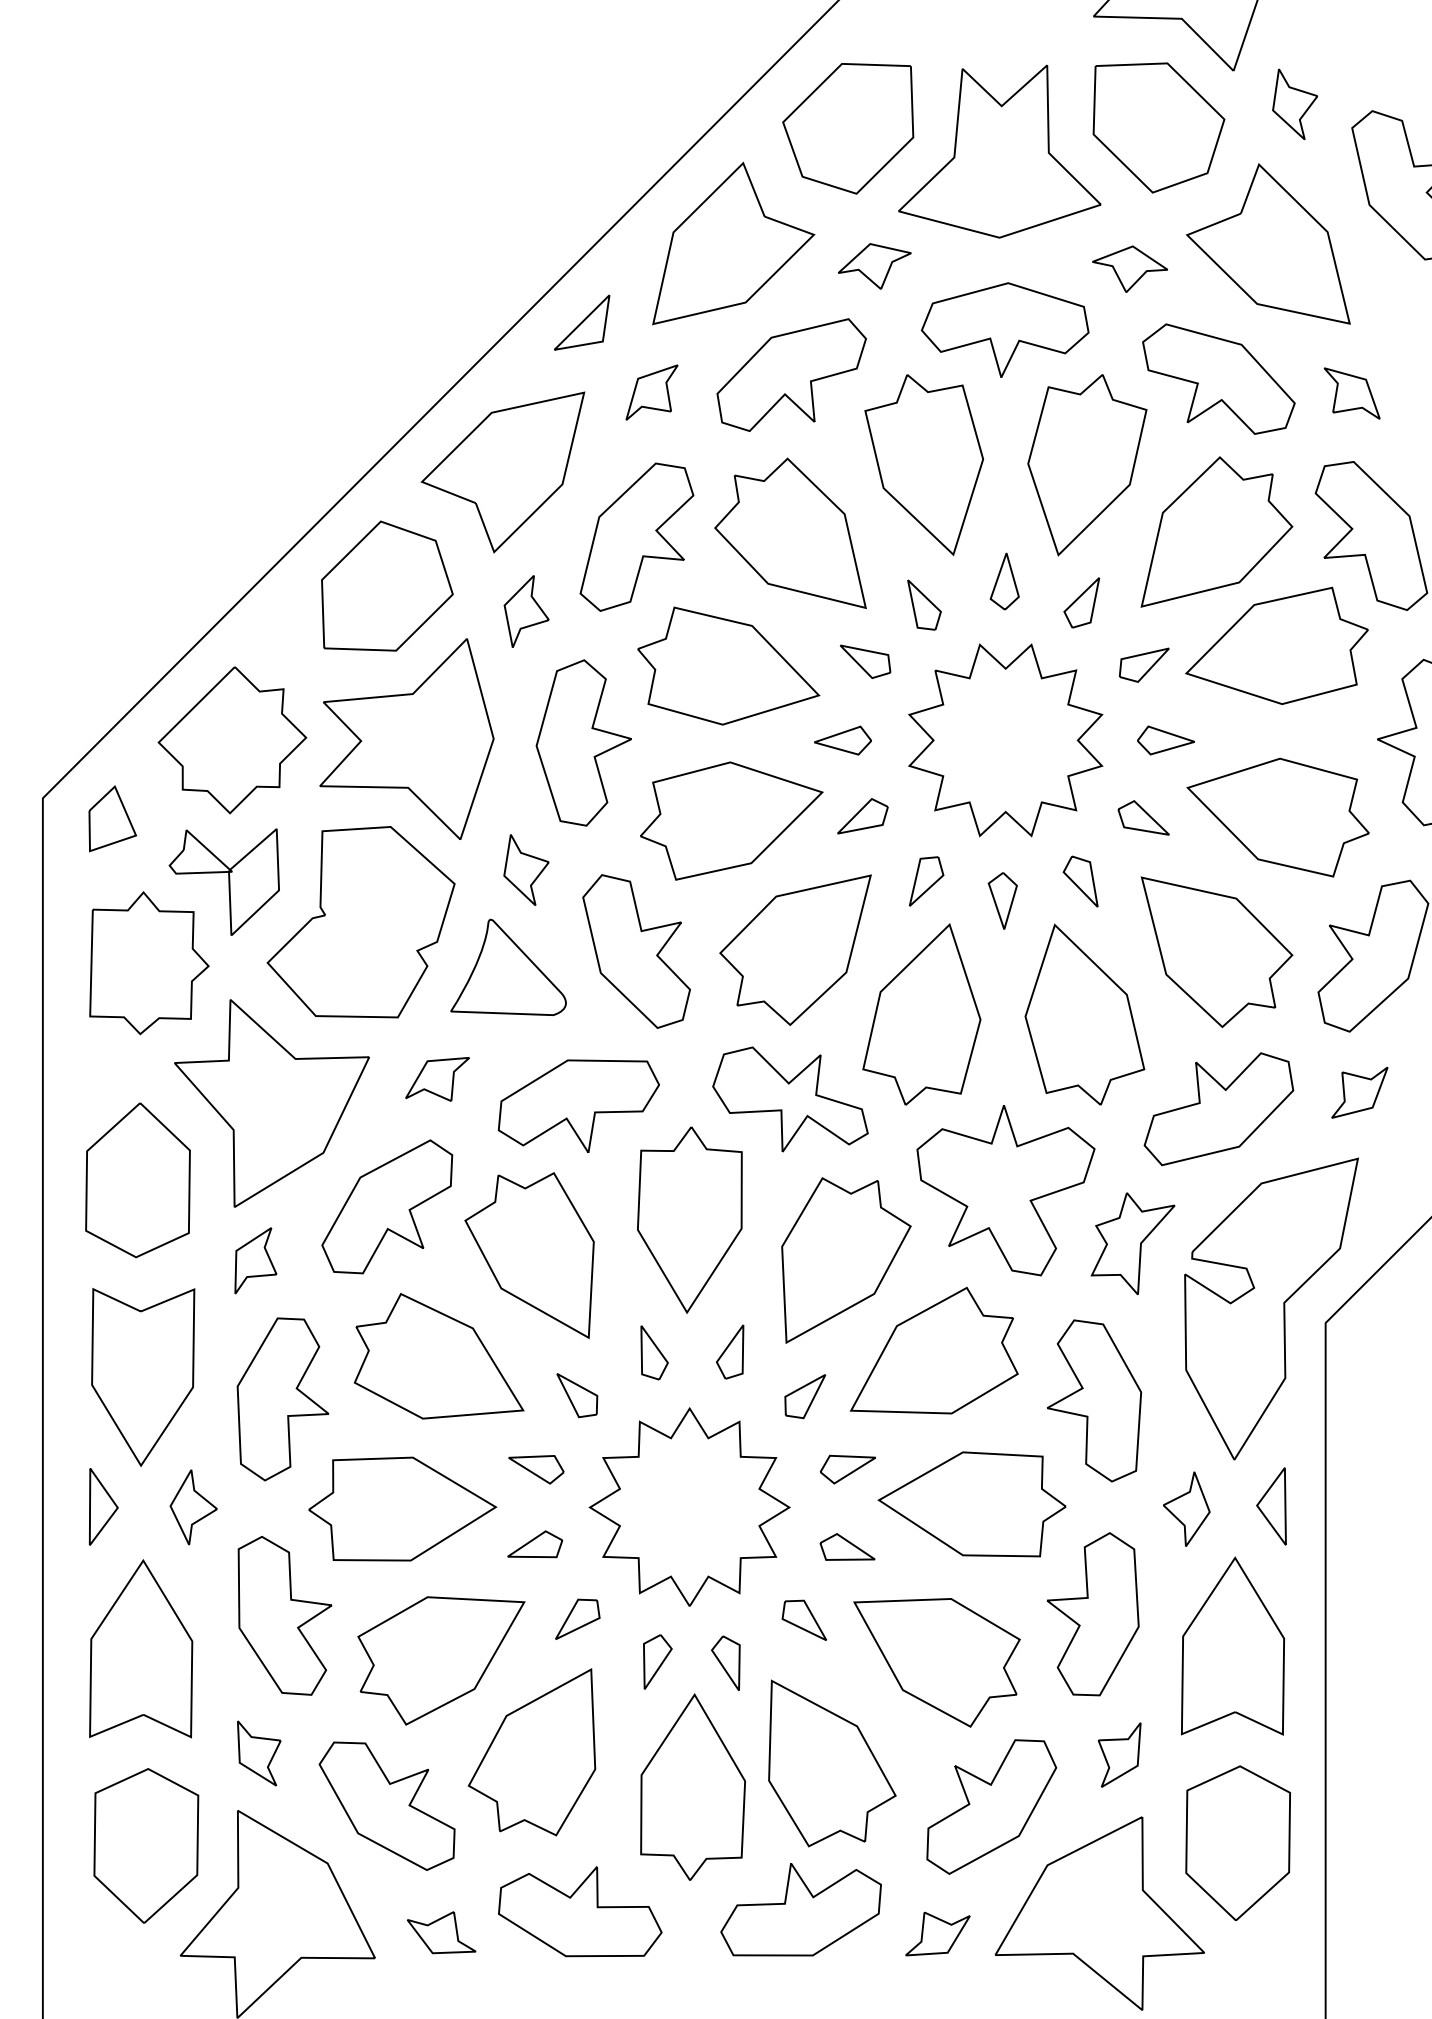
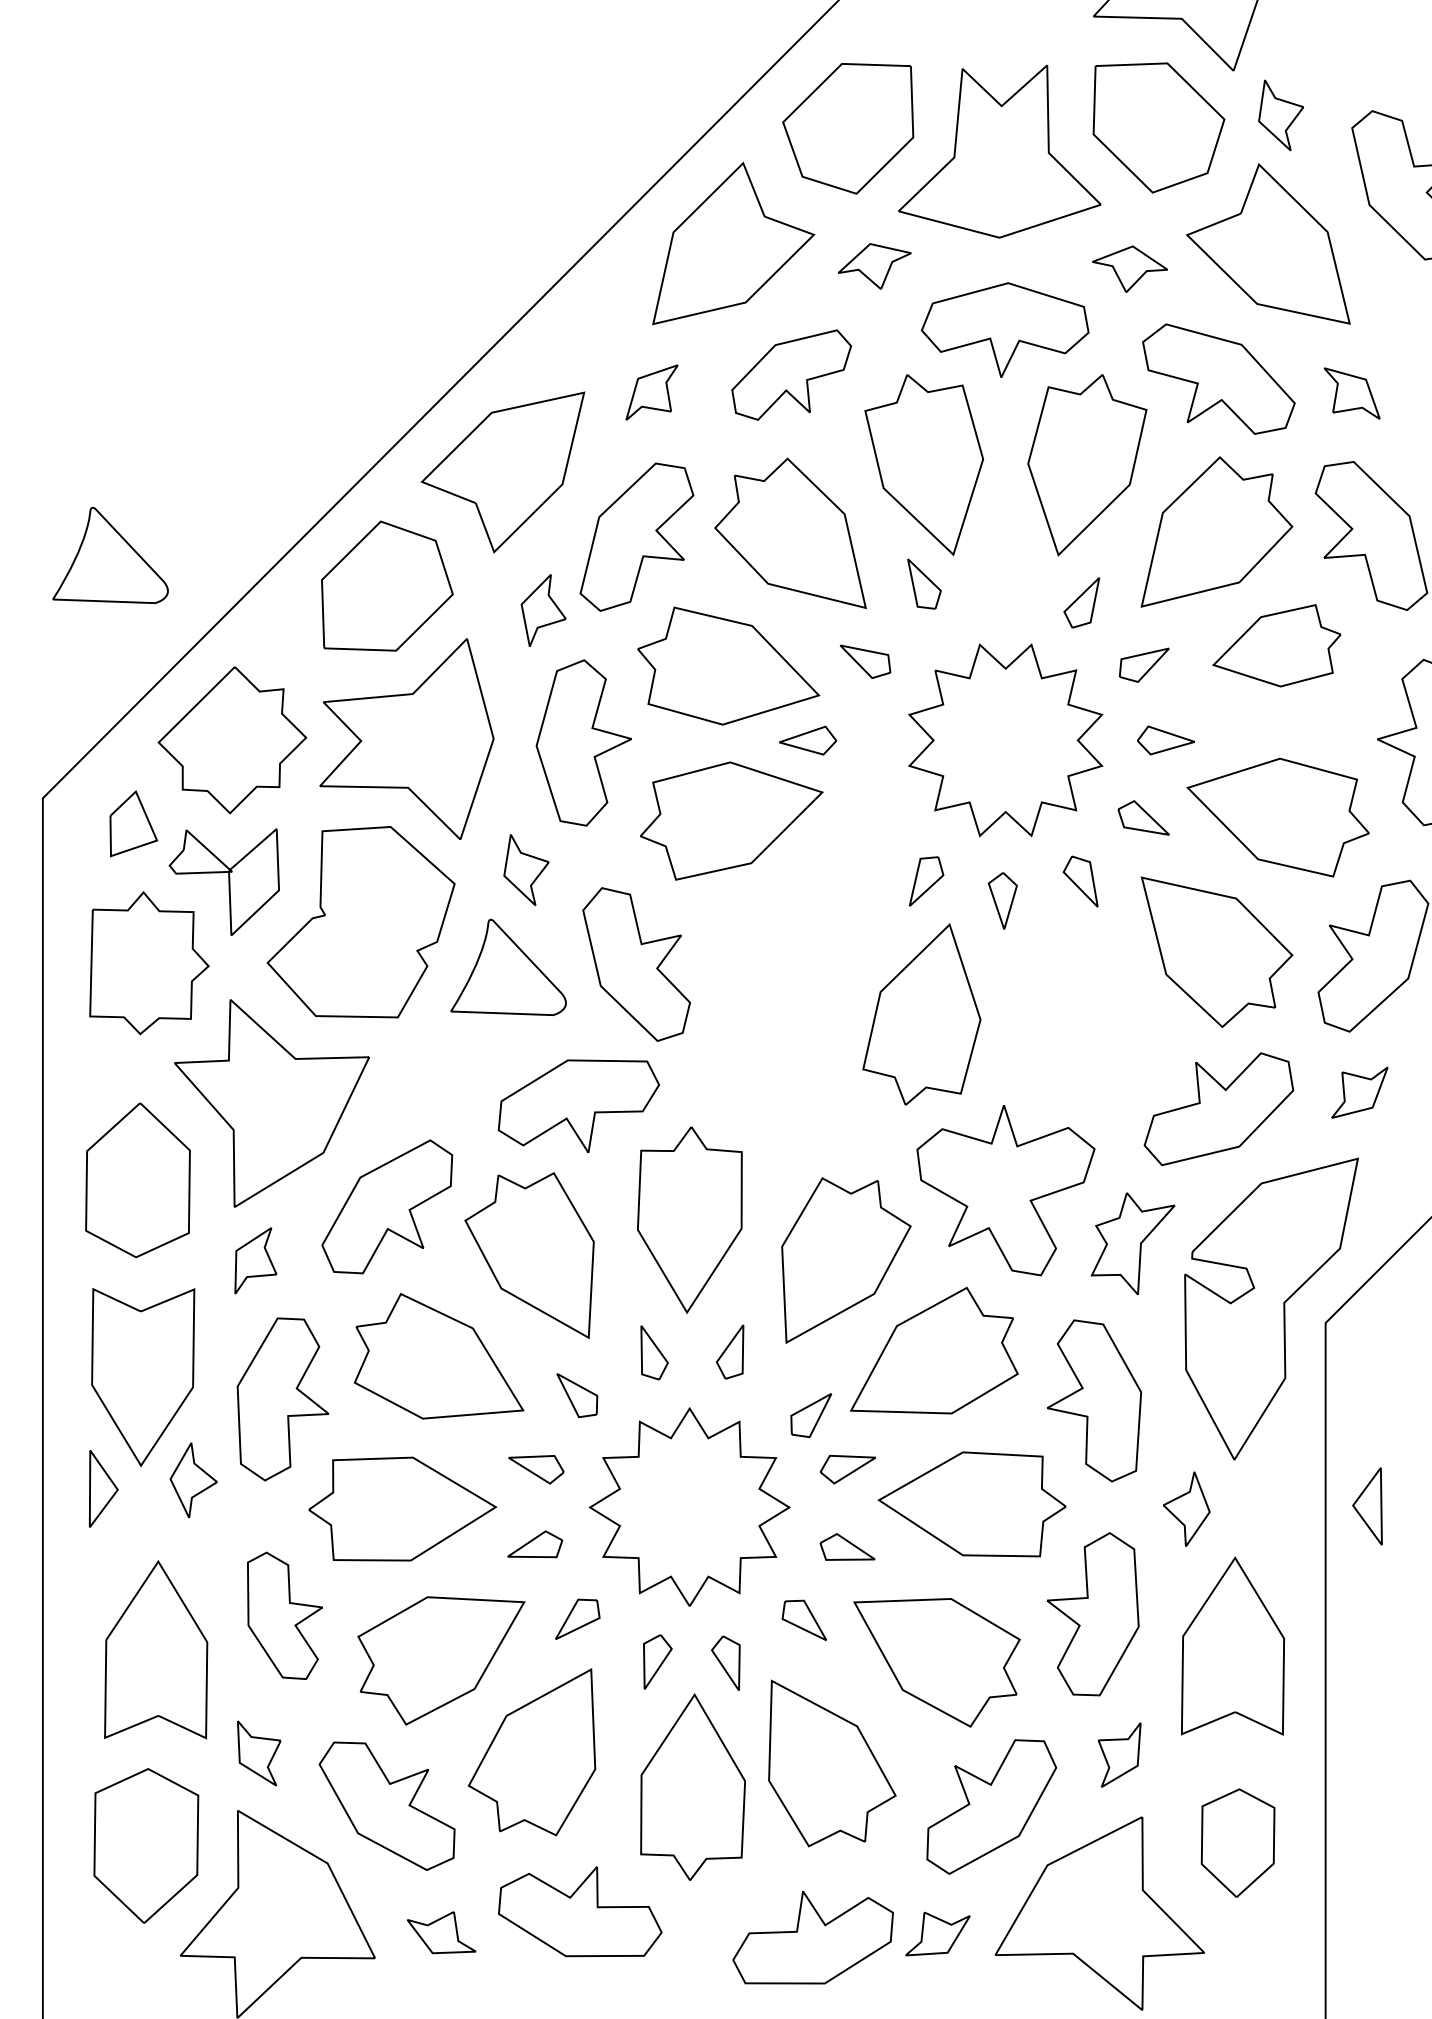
part at (1294, 104) position: (1294, 104) -> (1280, 115)
part at (582, 322): present -> none
part at (791, 374) size: 151x114 px -> 121x92 px
part at (110, 554): none -> present
part at (1004, 581): present -> none
part at (924, 604) position: (924, 604) -> (924, 583)
part at (526, 611) position: (526, 611) -> (543, 610)
part at (1276, 645) size: 184x119 px -> 130x84 px
part at (842, 740) position: (842, 740) -> (807, 740)
part at (862, 816): present -> none
part at (112, 818) position: (112, 818) -> (133, 823)
part at (795, 949): present -> none
part at (636, 951) position: (636, 951) -> (636, 964)
part at (1084, 1014): present -> none
part at (437, 1079): present -> none
part at (790, 1099): present -> none
part at (805, 1396) position: (805, 1396) -> (811, 1415)
part at (103, 1506) position: (103, 1506) -> (103, 1488)
part at (1271, 1506) position: (1271, 1506) -> (1367, 1506)
part at (193, 1507) position: (193, 1507) -> (193, 1480)
part at (284, 1615) size: 96x160 px -> 76x129 px
part at (141, 1648) position: (141, 1648) -> (156, 1649)
part at (1237, 1842) size: 106x156 px -> 76x110 px
part at (800, 1909) position: (800, 1909) -> (812, 1937)
